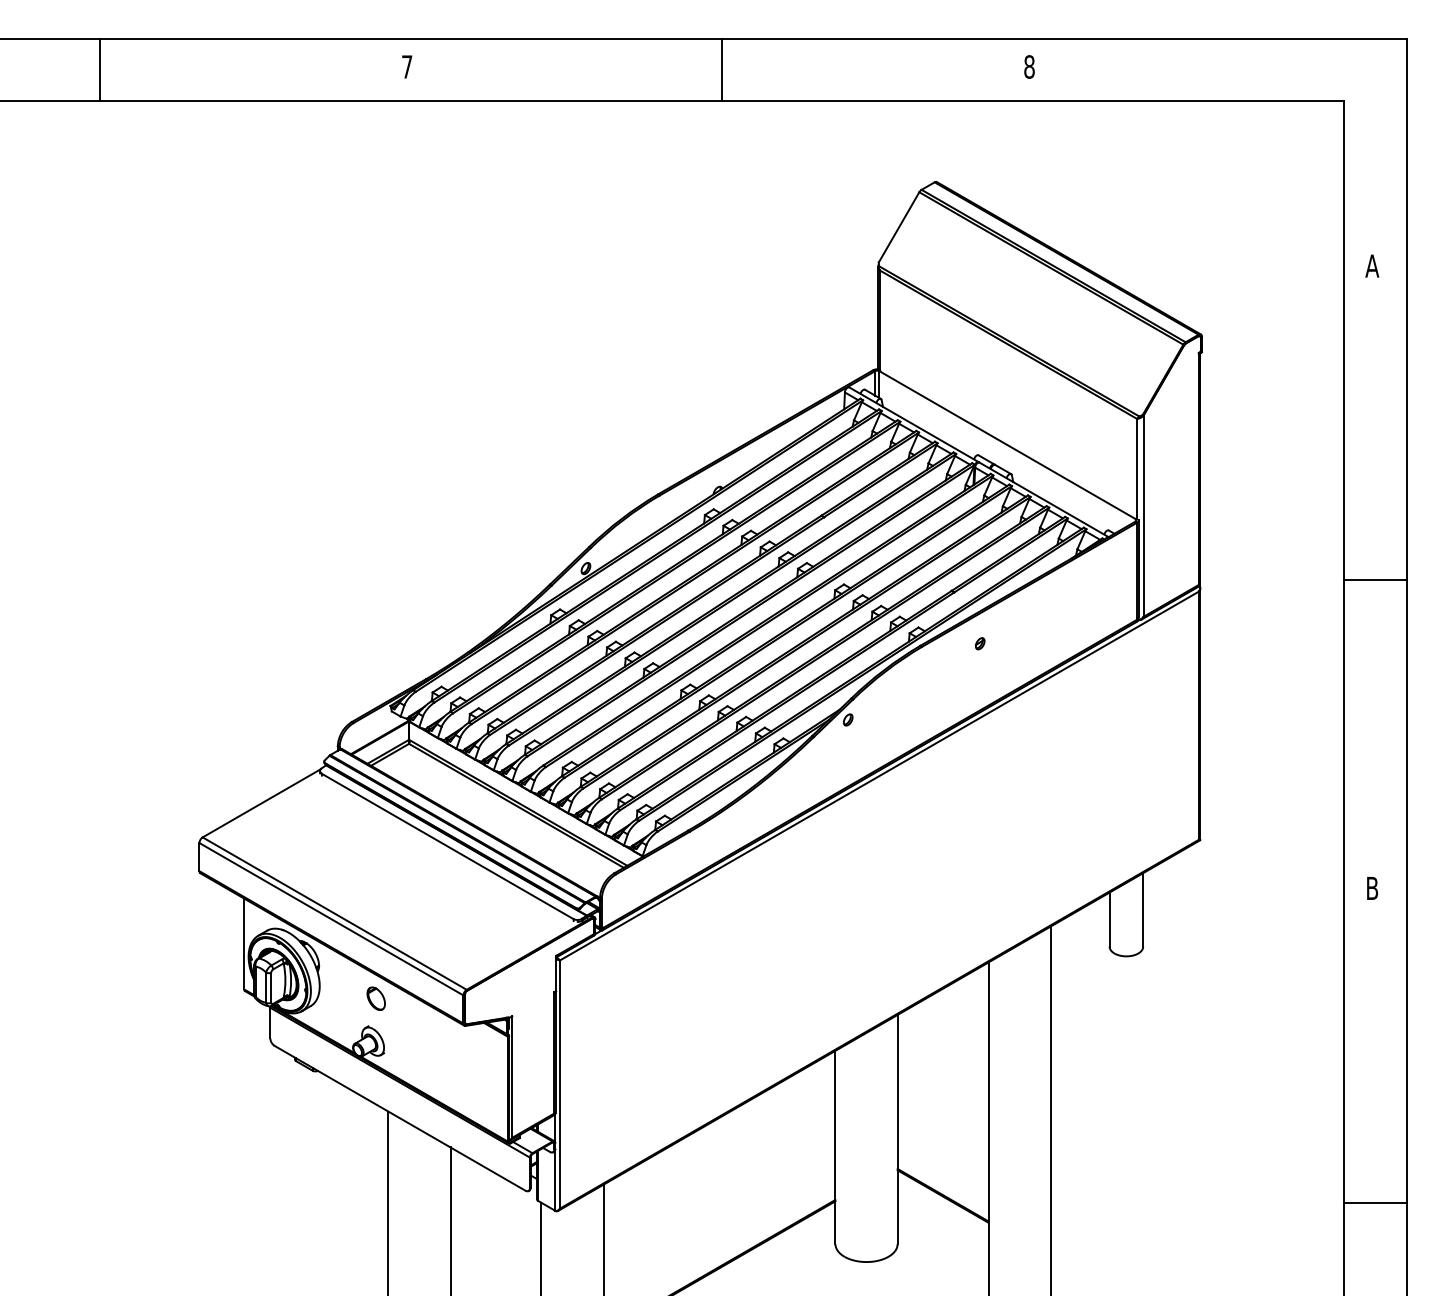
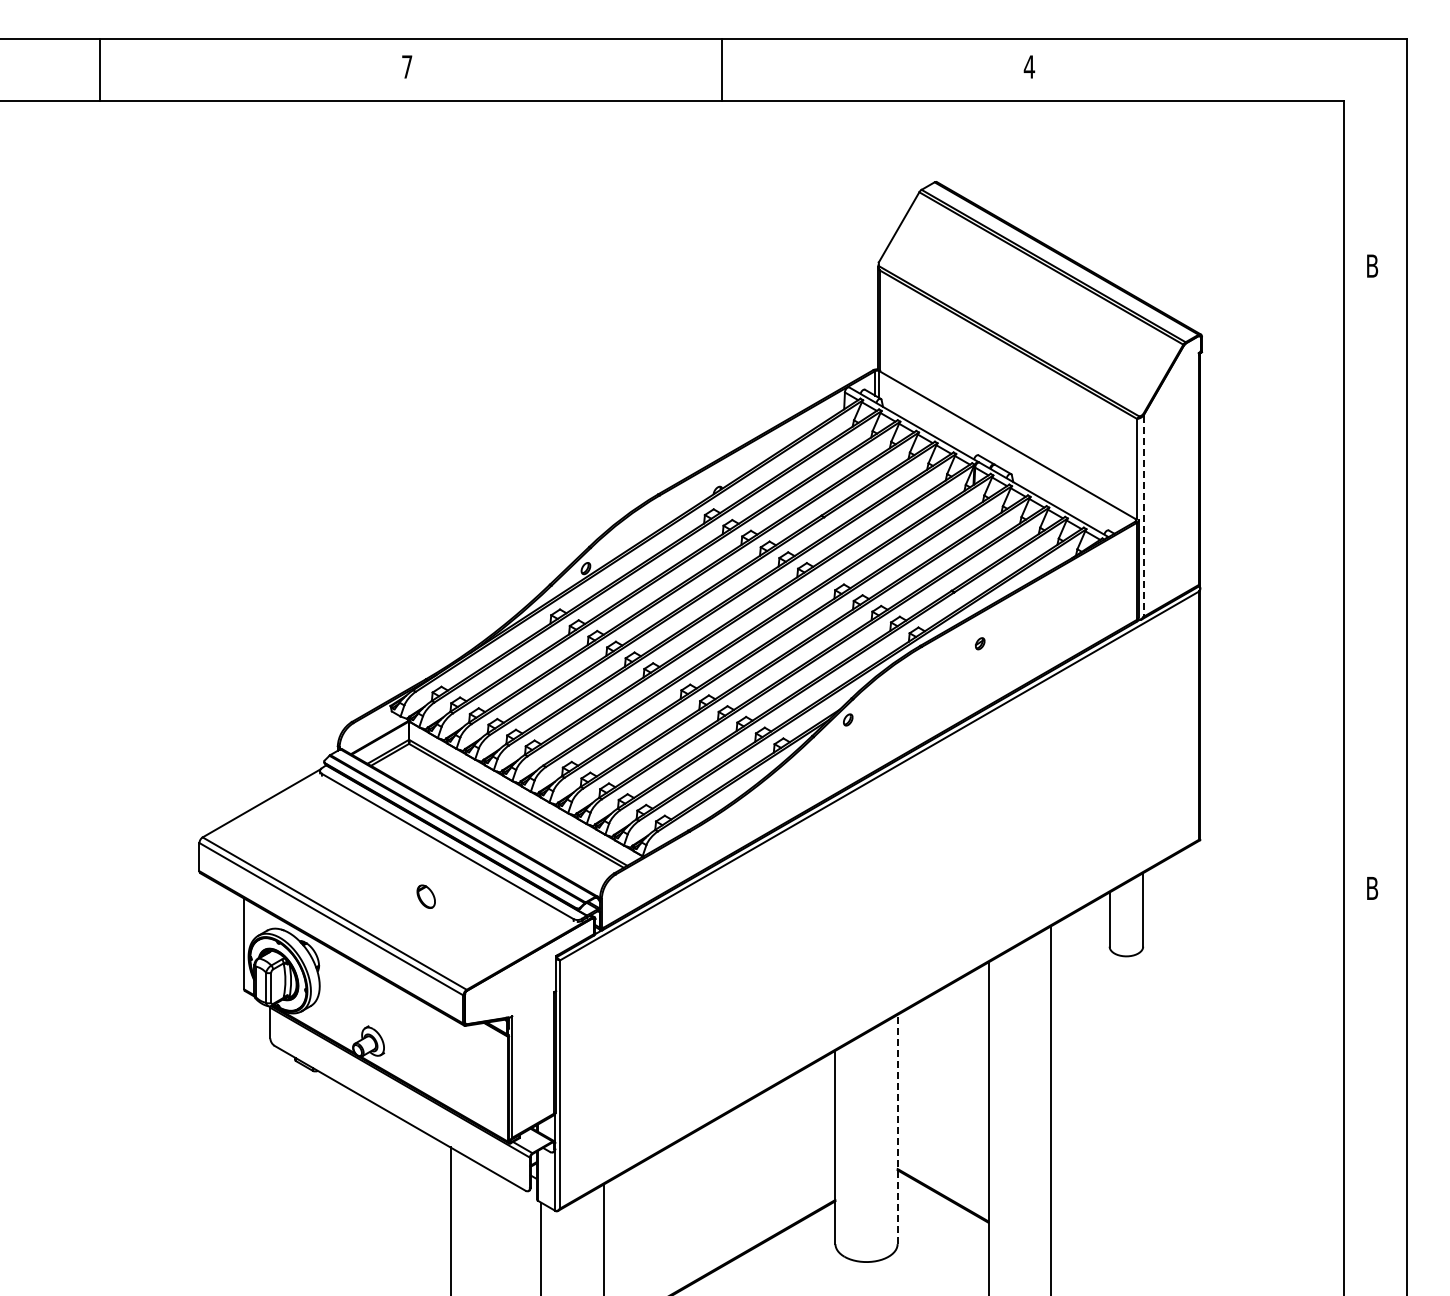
text at (1029, 66): 8 -> 4
text at (1372, 265): A -> B
line at (1143, 516): solid -> dashed
line at (1375, 580): present -> none
part at (375, 998) position: (375, 998) -> (425, 896)
line at (897, 1129): solid -> dashed
line at (388, 1201): present -> none
line at (1375, 1202): present -> none
